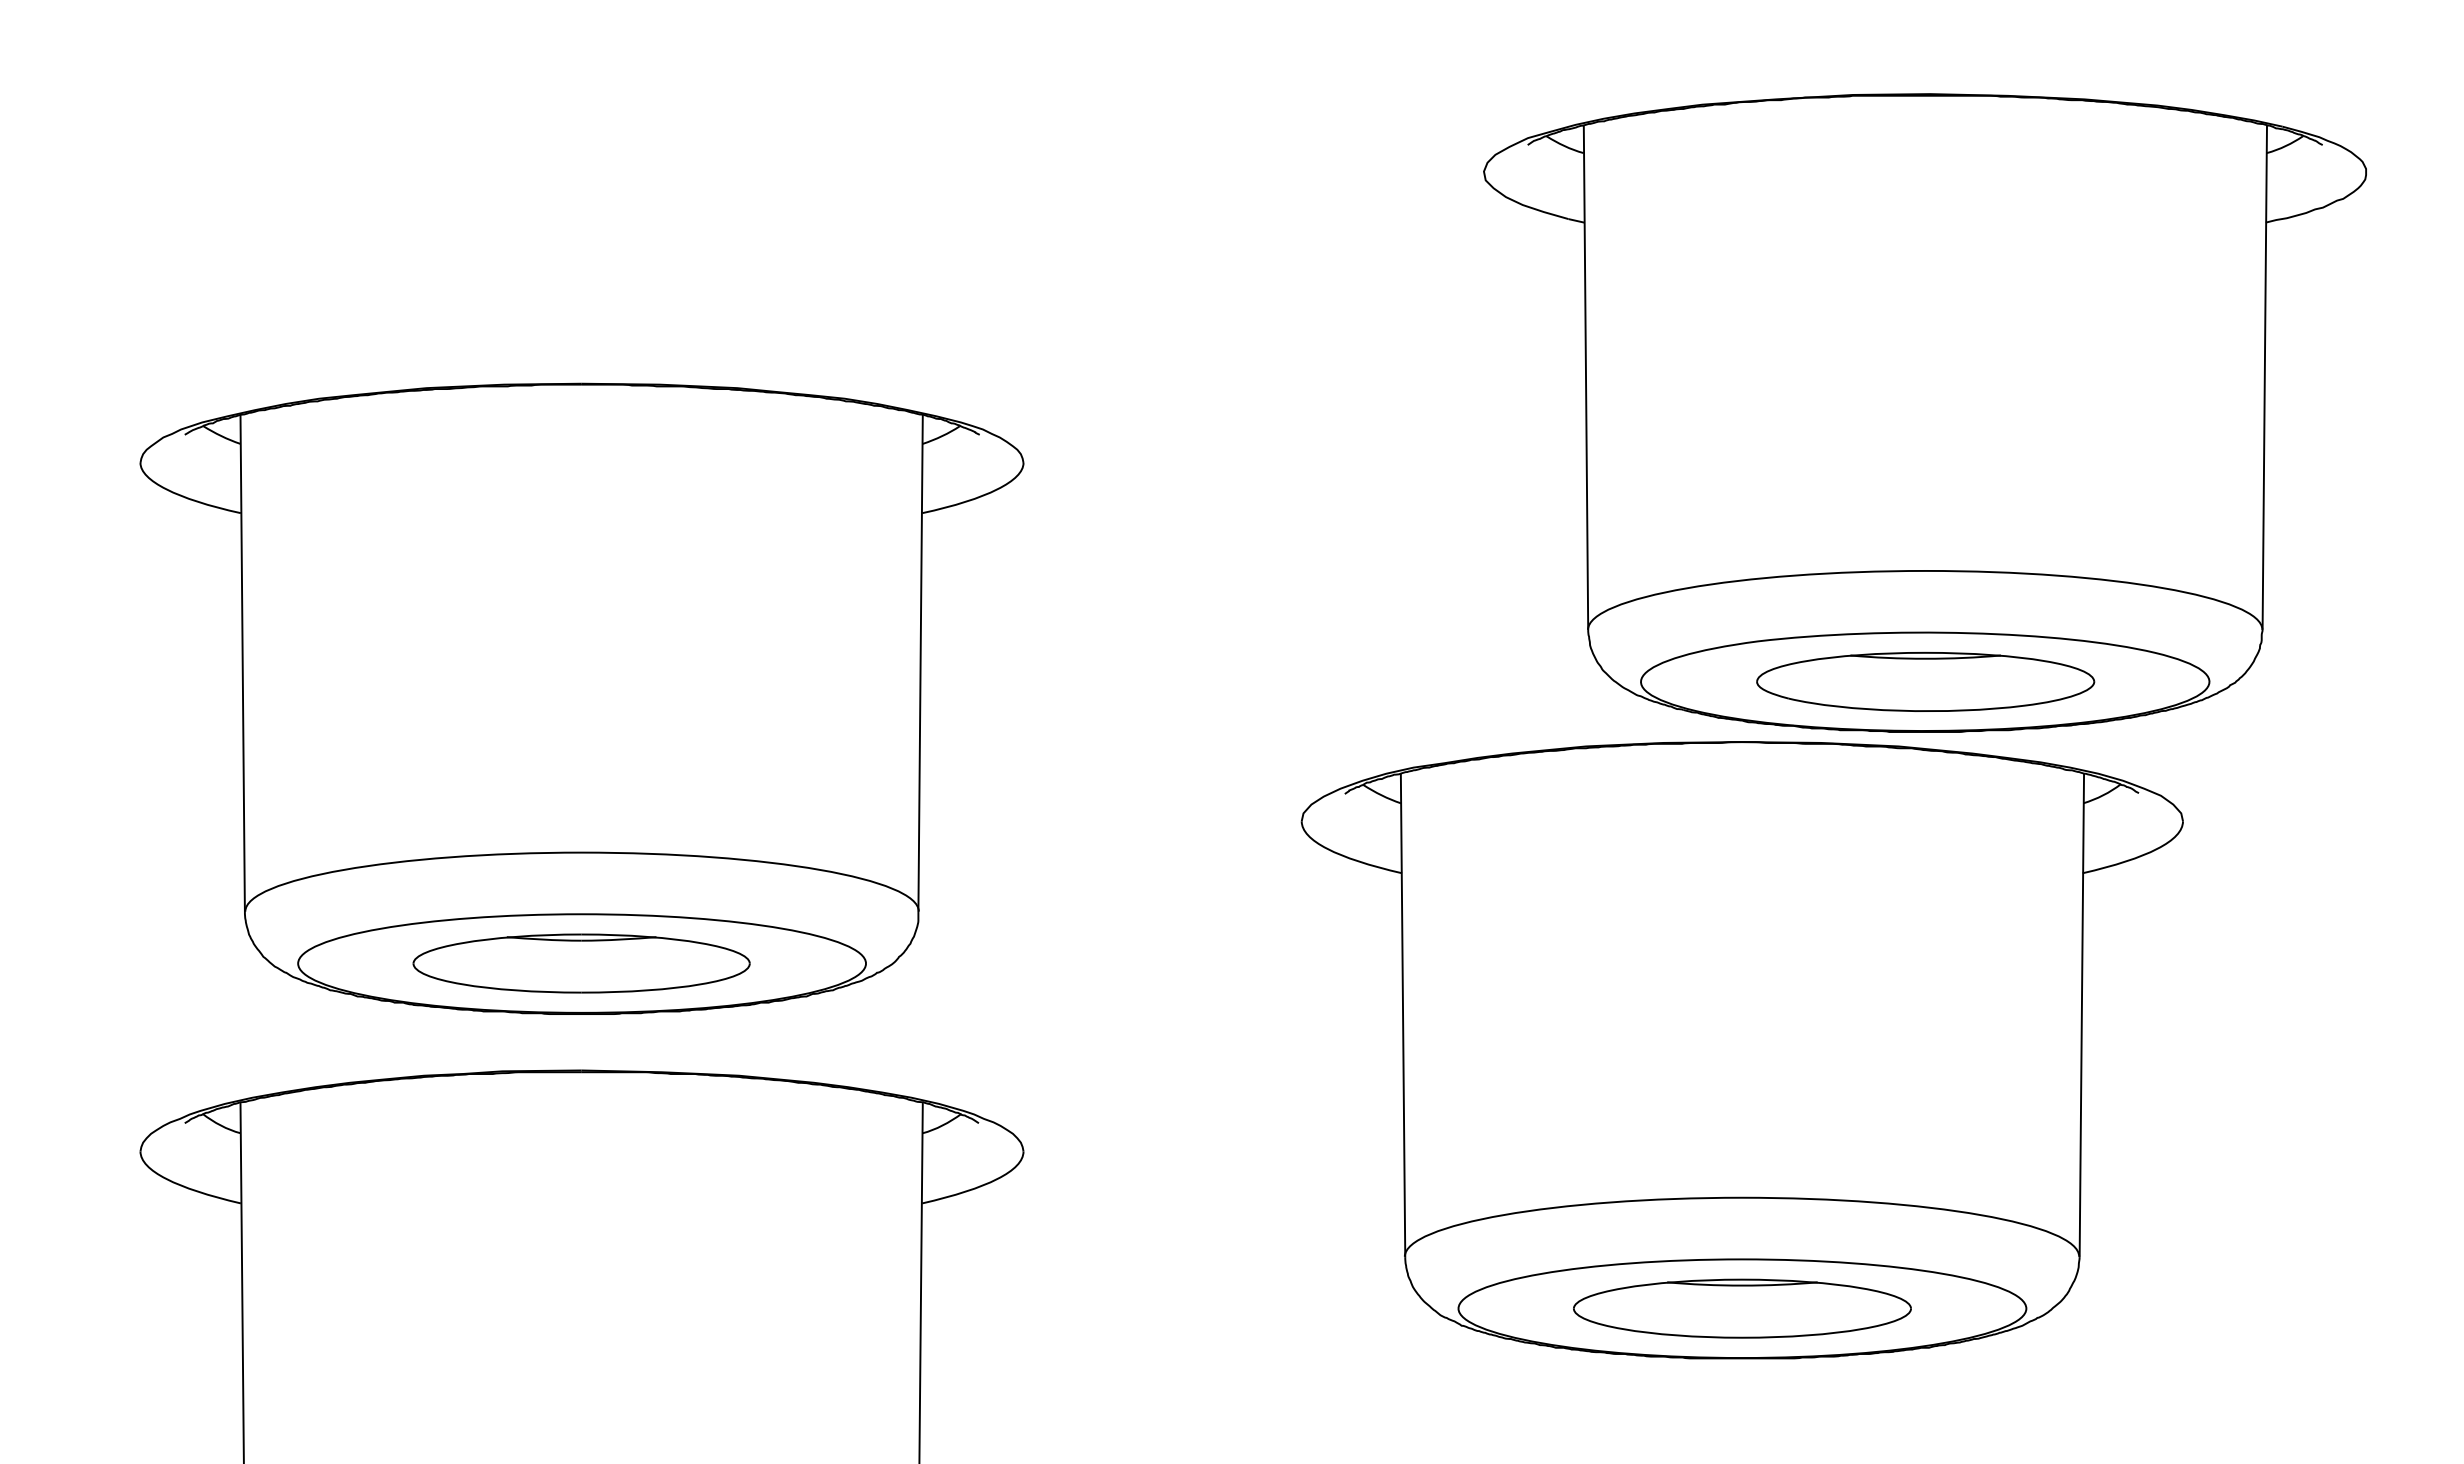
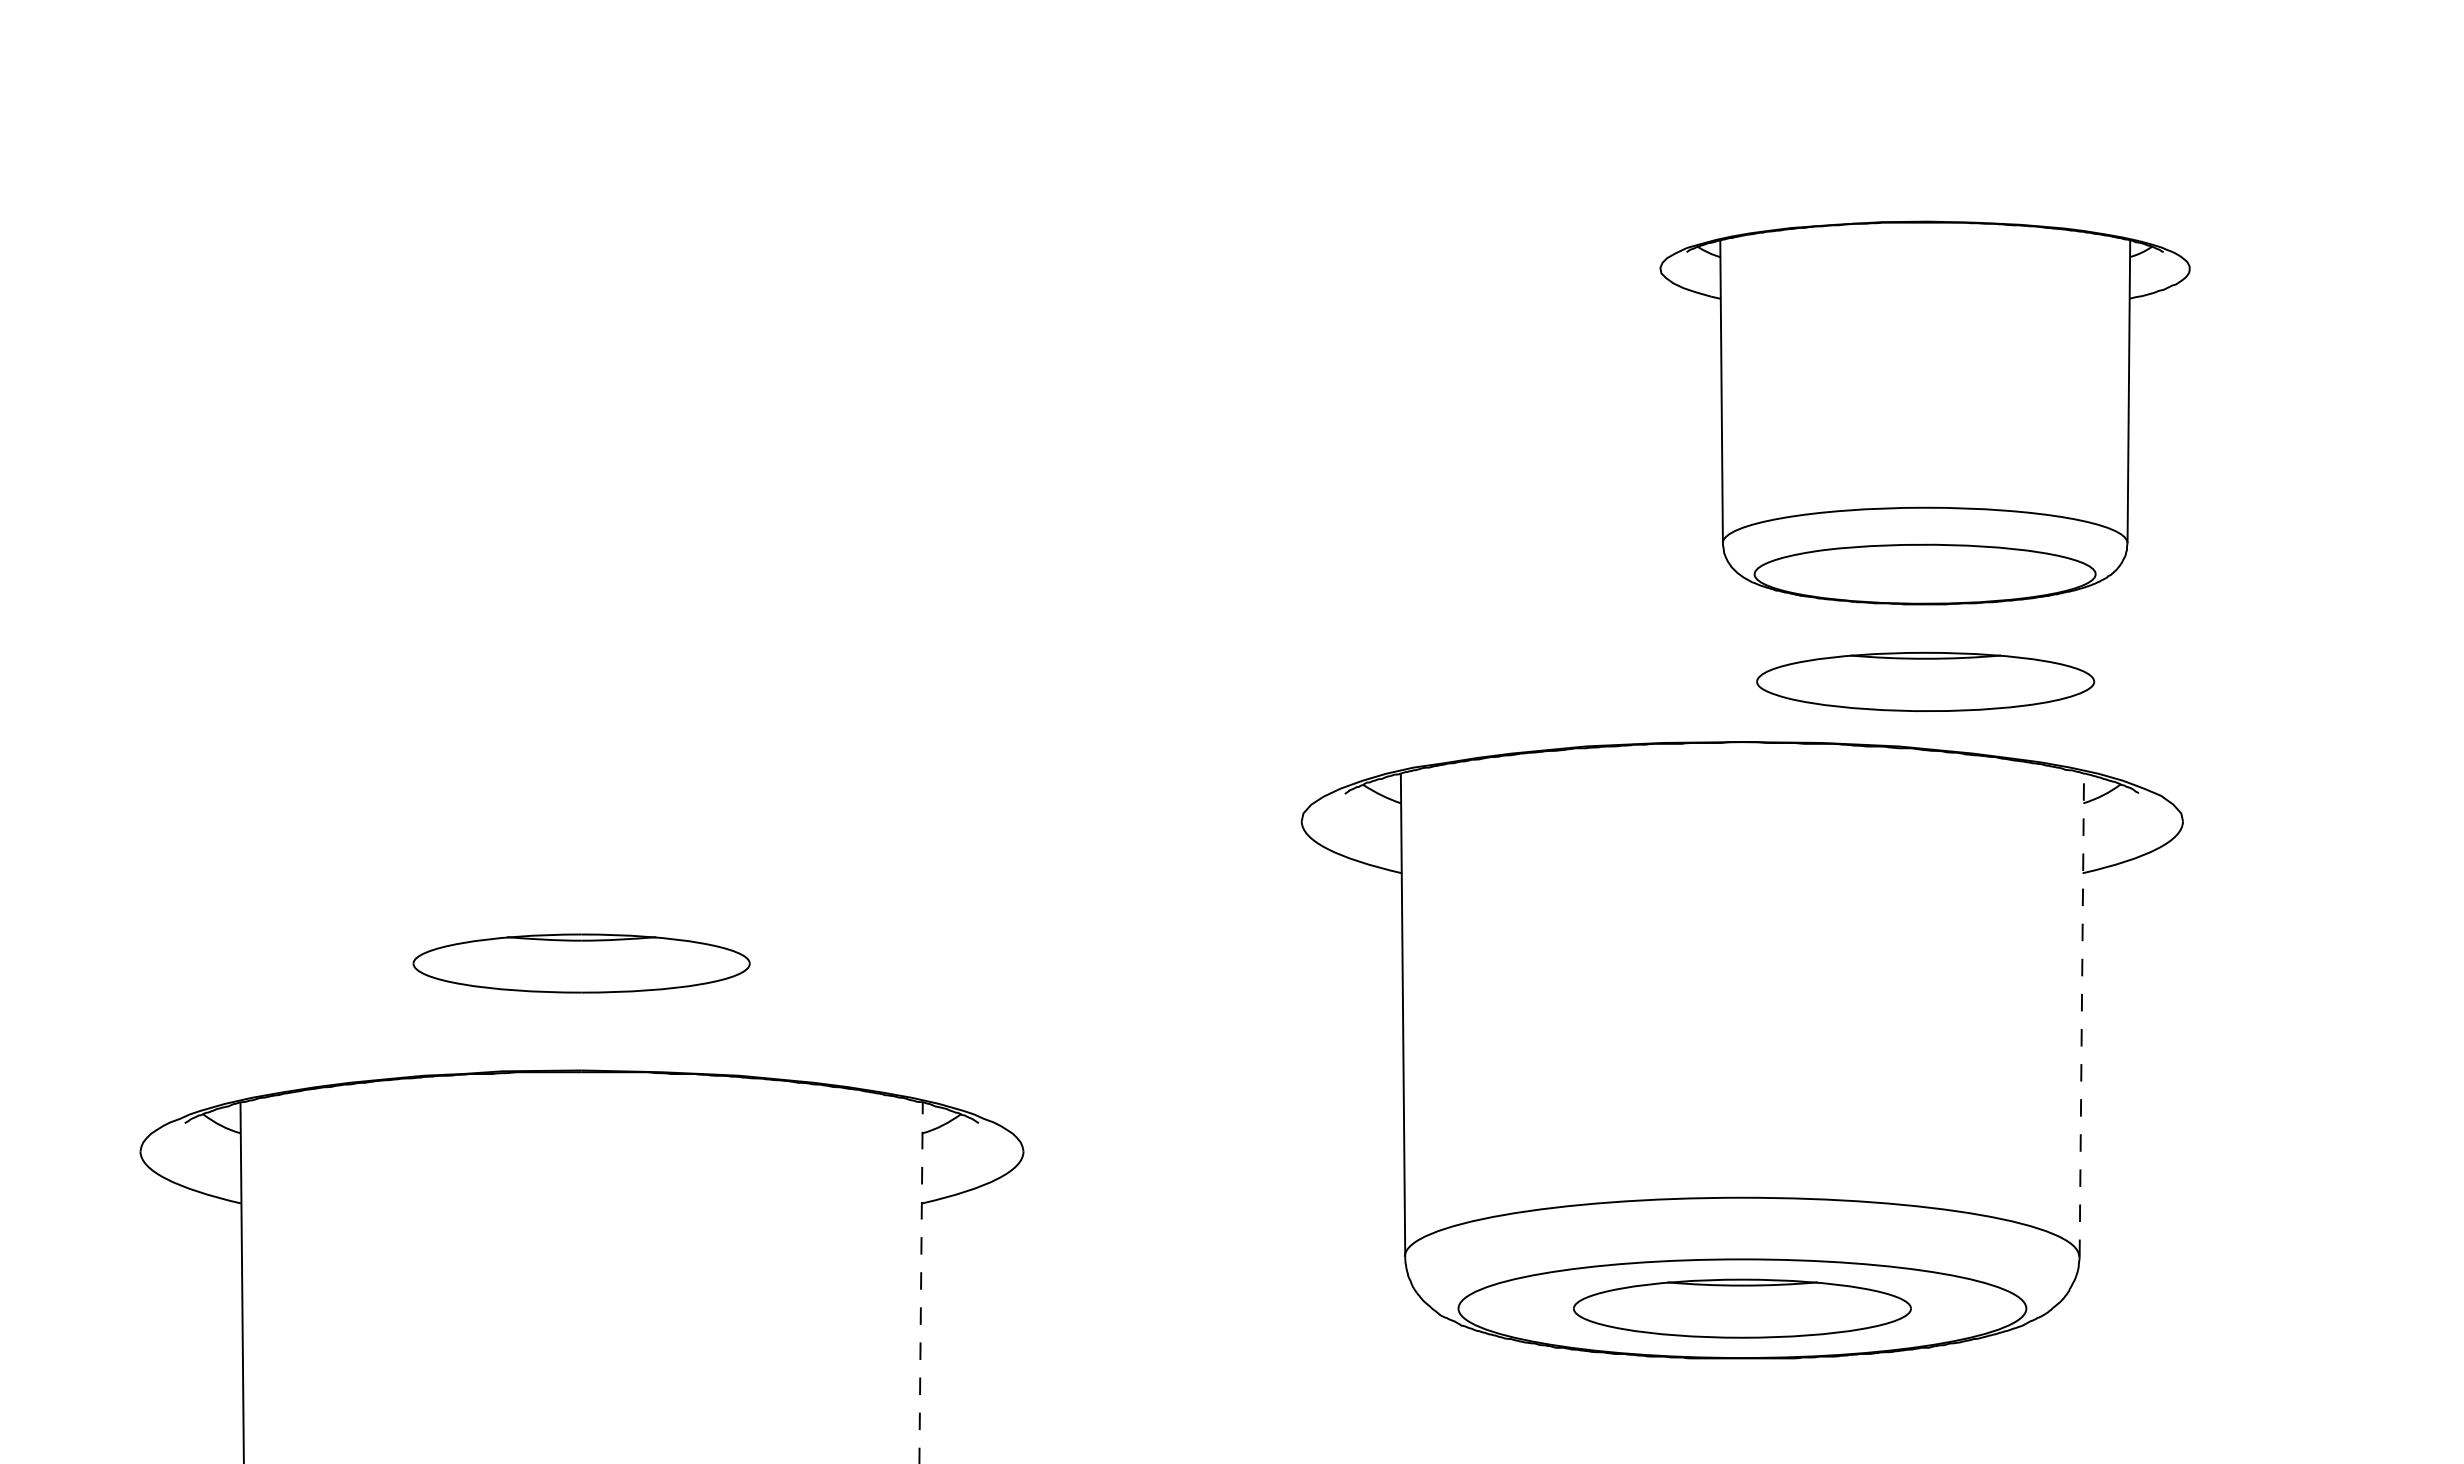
part at (1924, 412) size: 884x640 px -> 532x386 px
part at (581, 698): present -> none
line at (2081, 1015): solid -> dashed
line at (921, 1282): solid -> dashed
